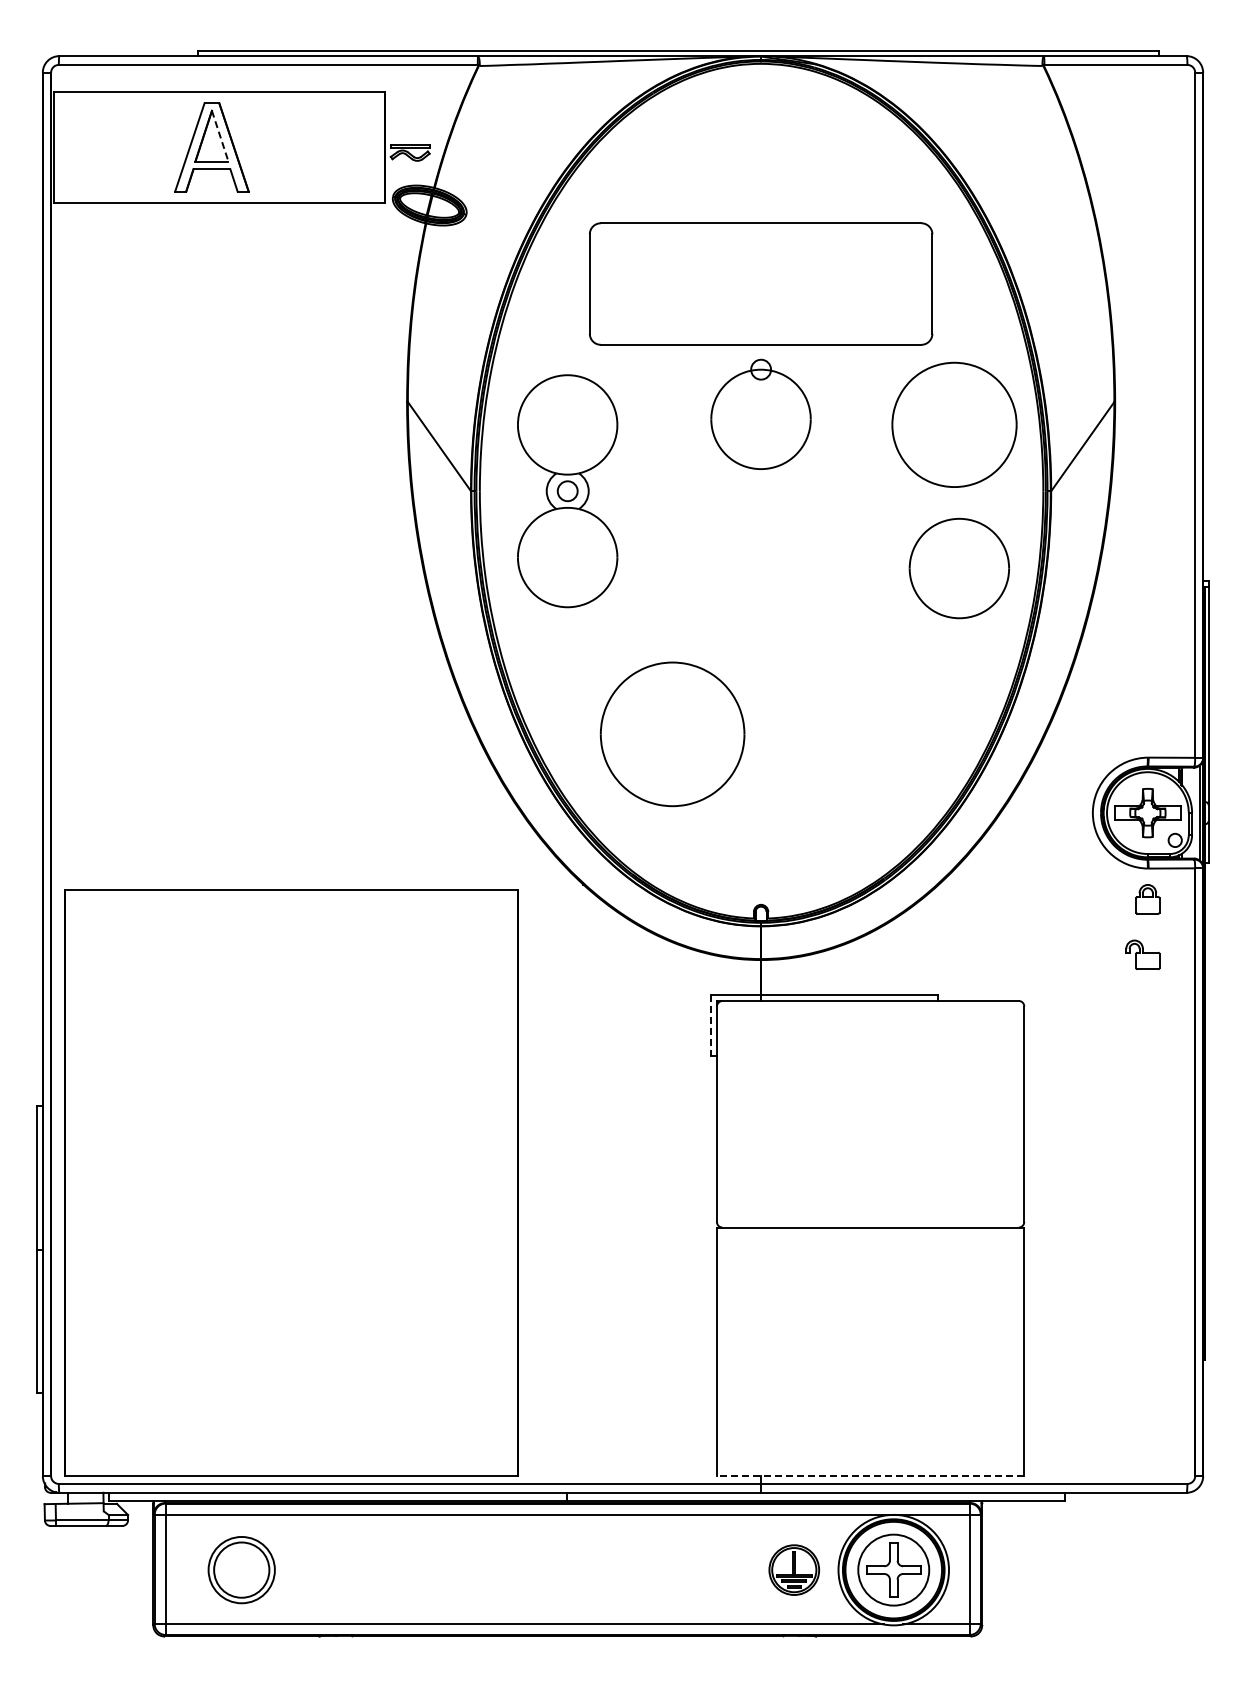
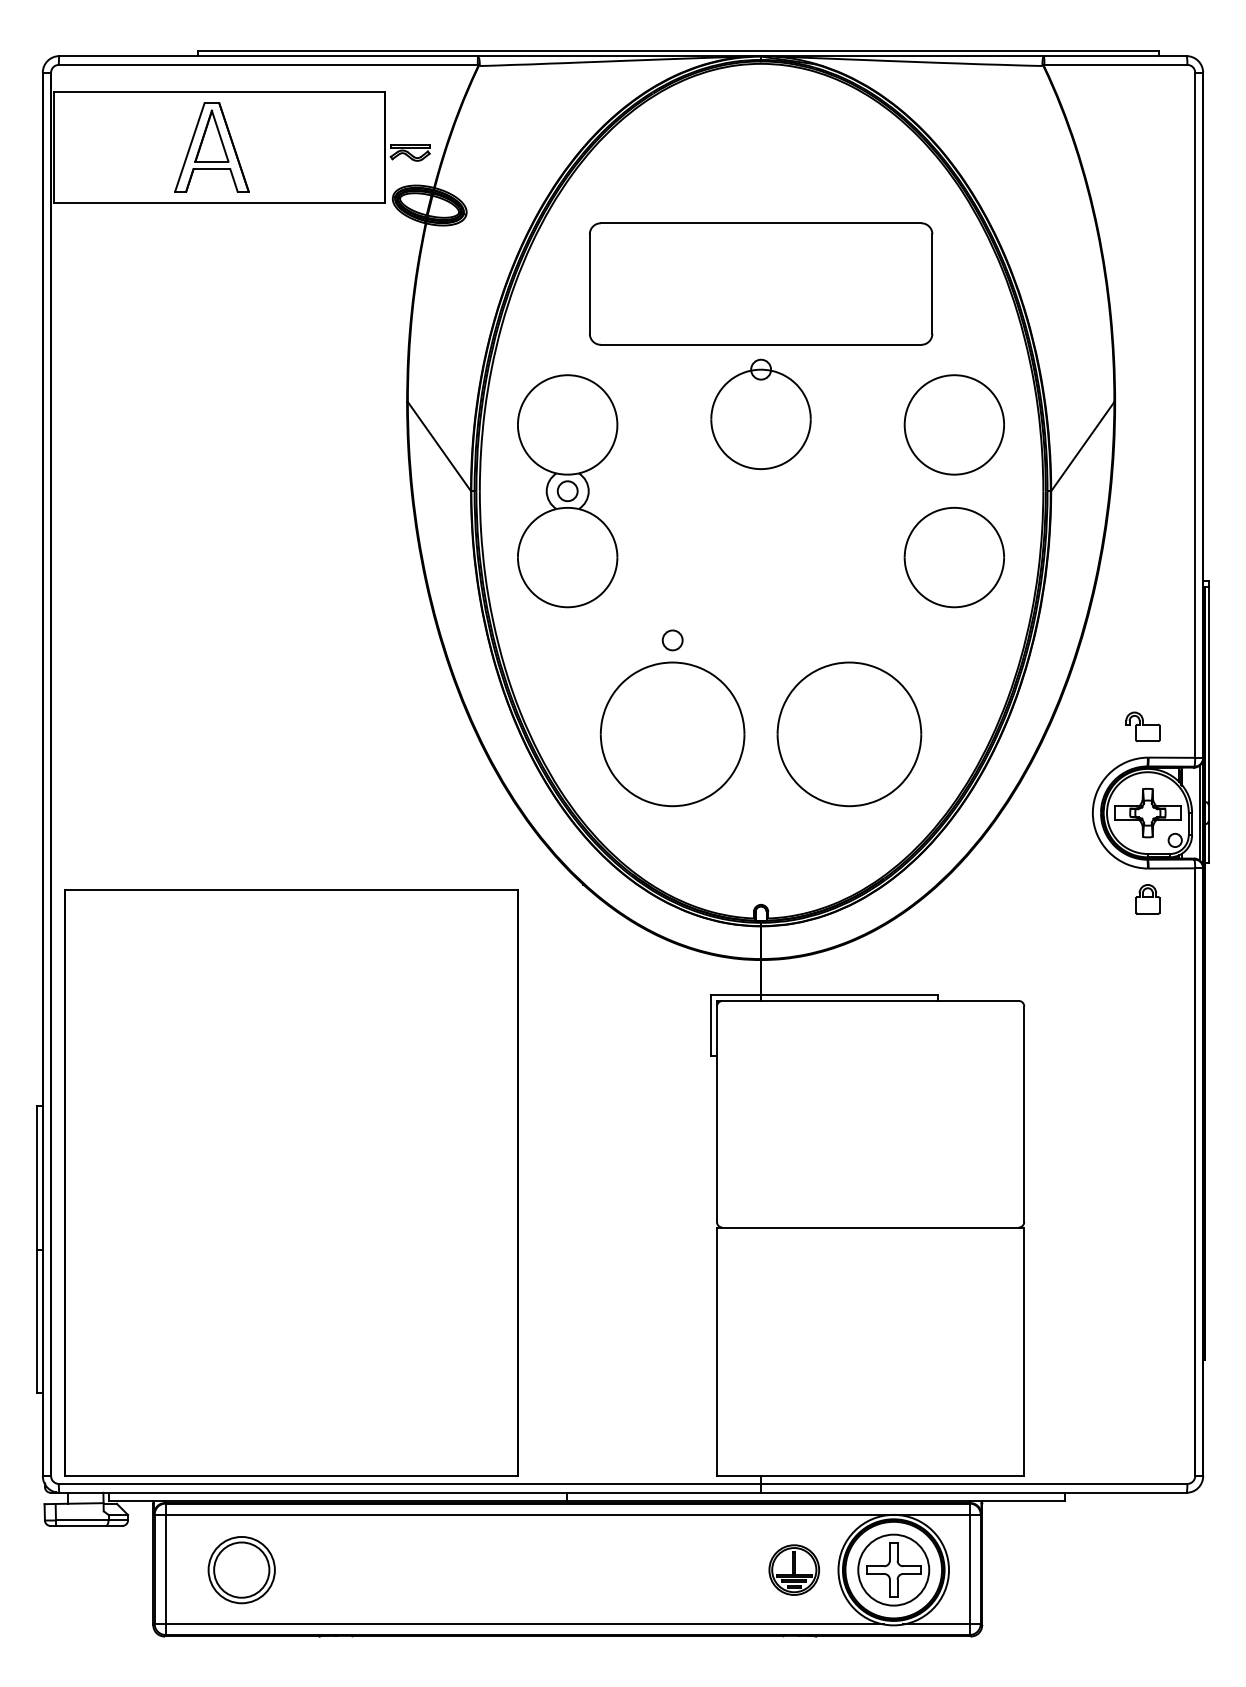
line at (220, 136): dashed -> solid
part at (954, 424) size: 127x127 px -> 102x102 px
part at (958, 568) position: (958, 568) -> (953, 557)
circle at (672, 640): none -> present
part at (849, 734): none -> present
part at (1142, 954) position: (1142, 954) -> (1142, 726)
line at (711, 1026): dashed -> solid
line at (870, 1476): dashed -> solid
